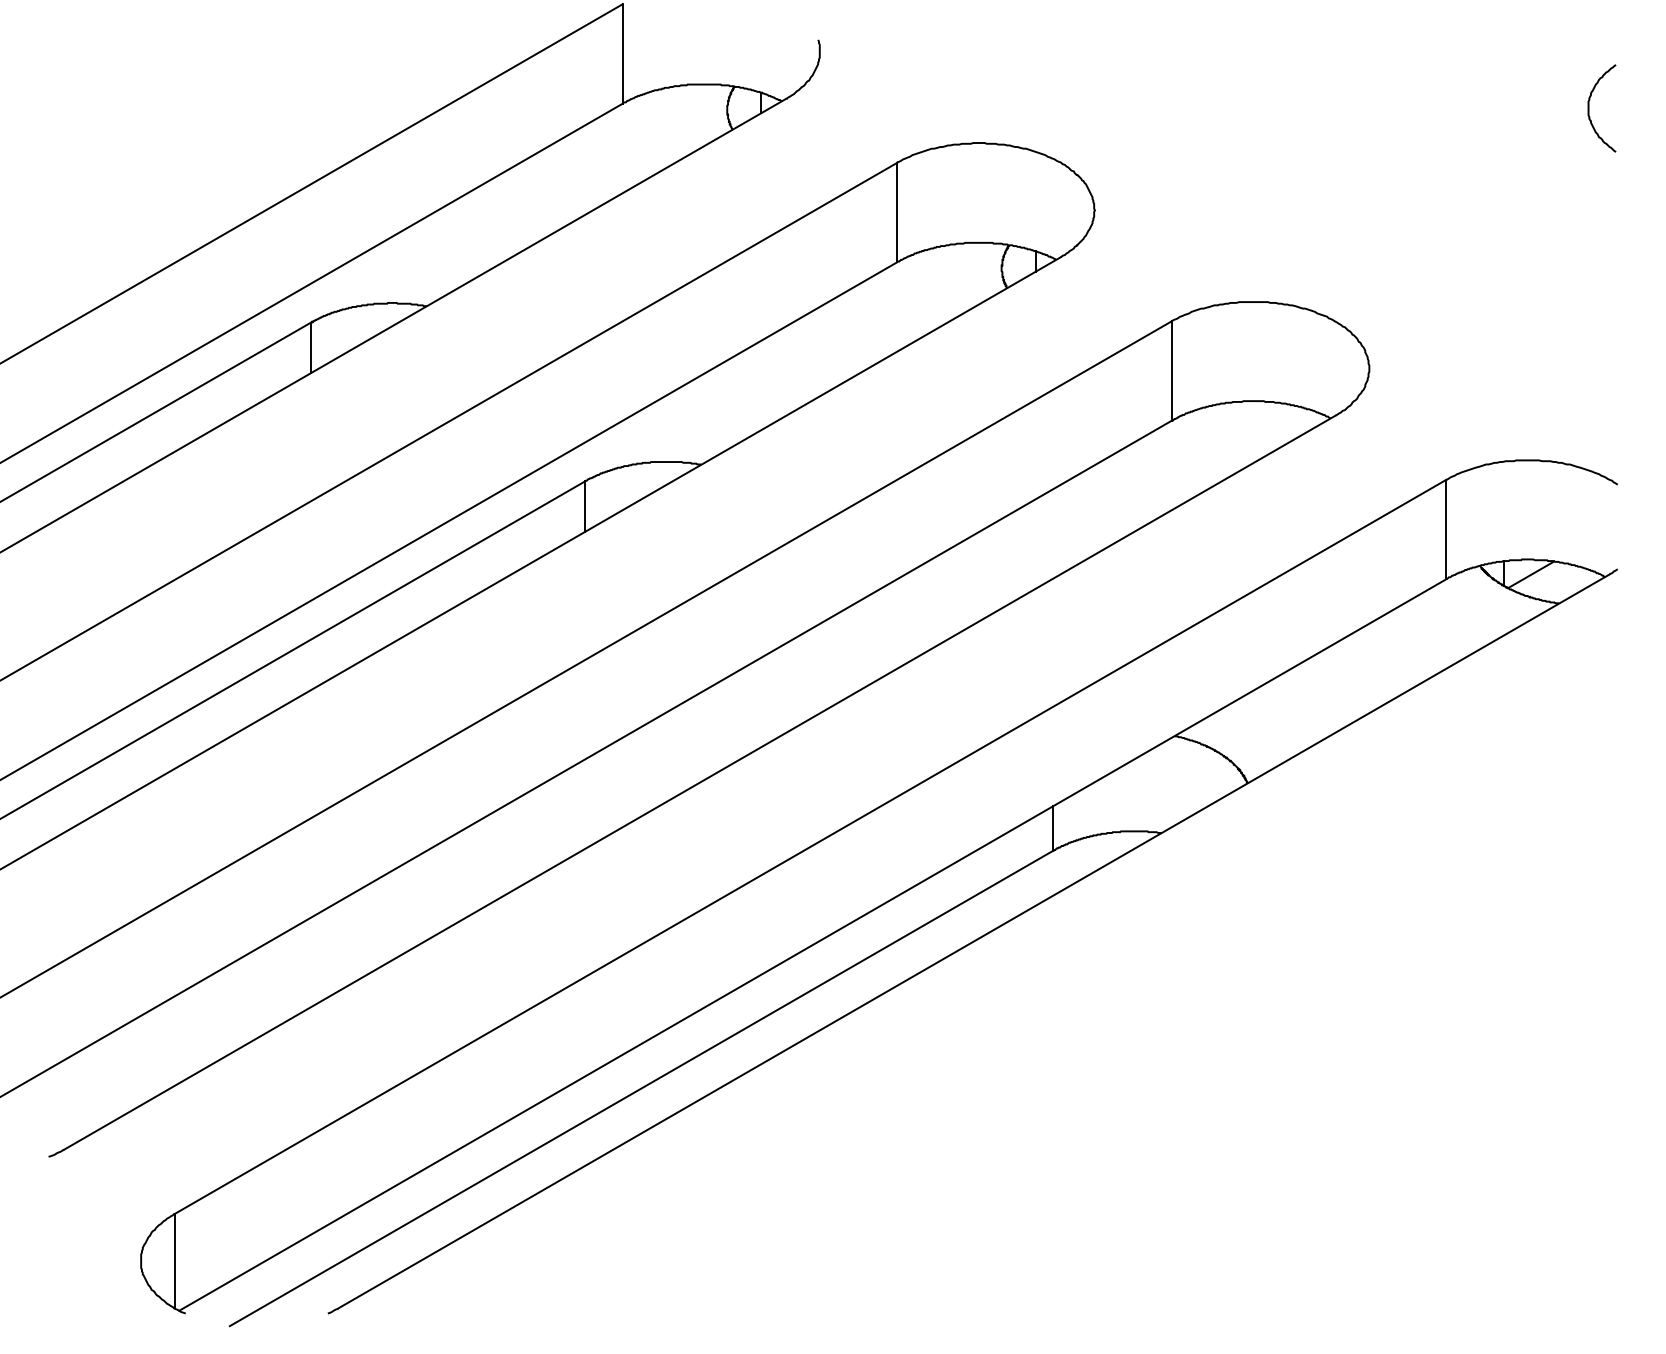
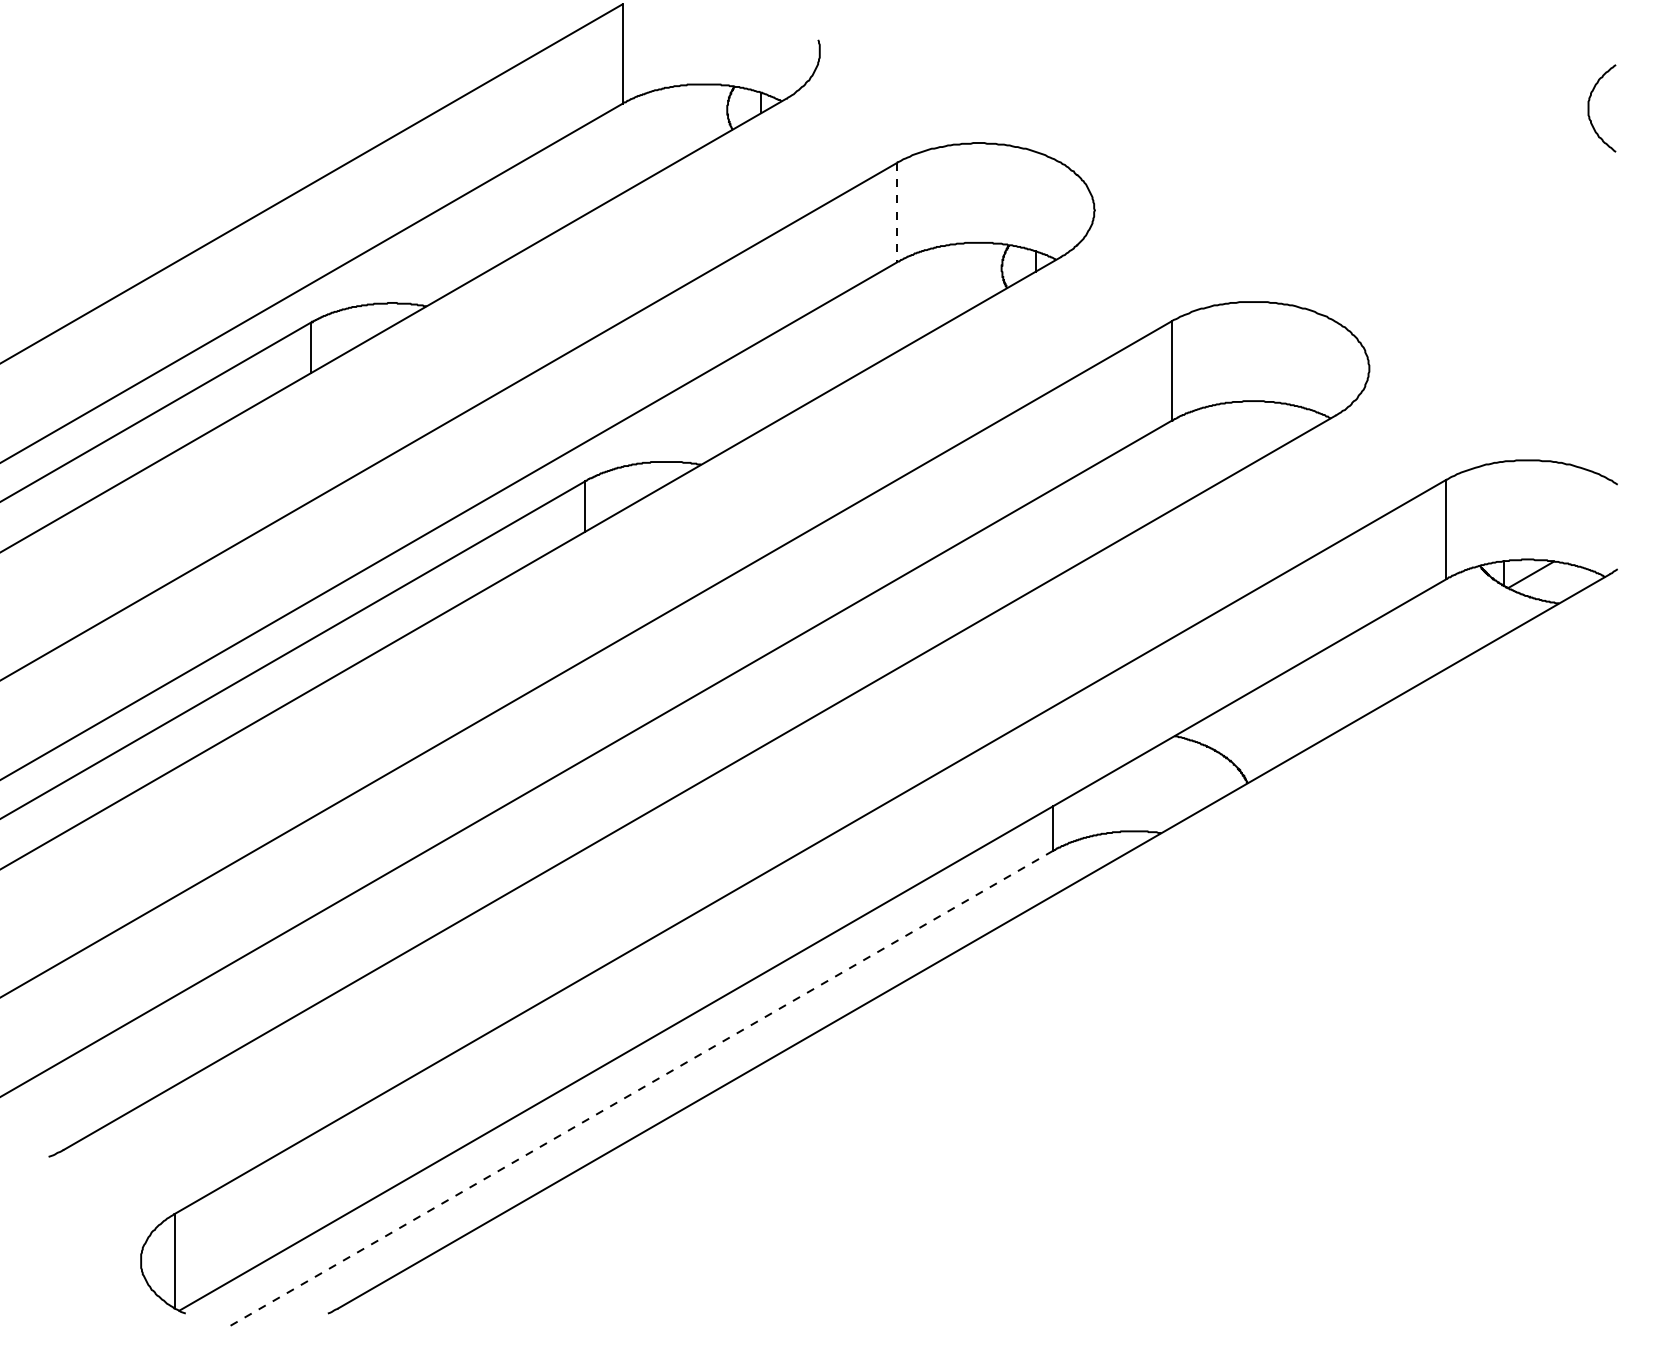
line at (897, 212): solid -> dashed
line at (641, 1088): solid -> dashed
